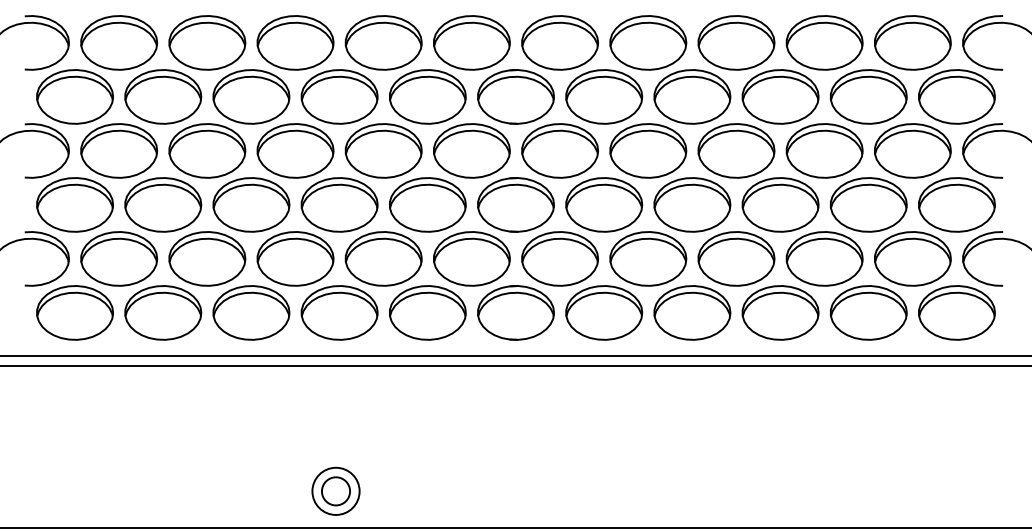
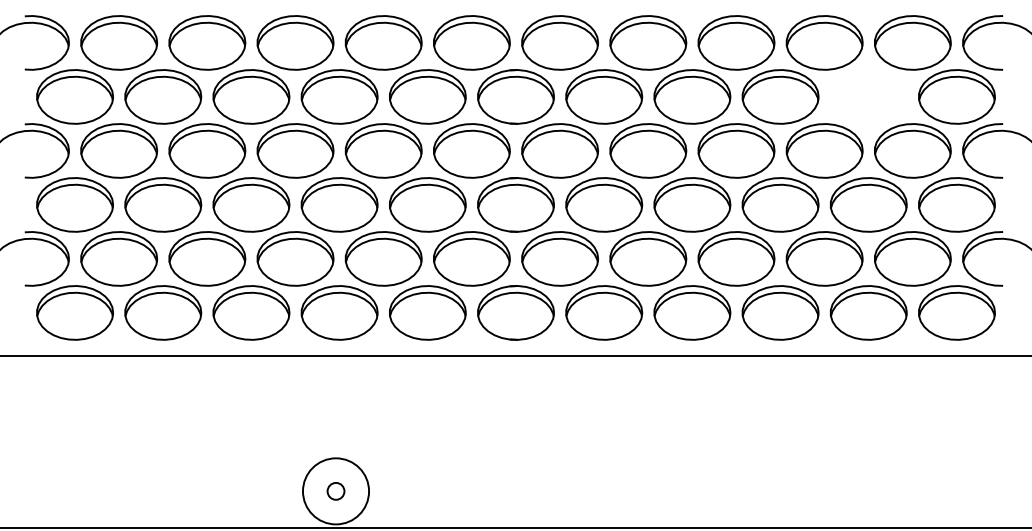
part at (868, 96): present -> none
line at (515, 366): present -> none
circle at (335, 490) diameter: 47 px -> 66 px
circle at (335, 491) diameter: 28 px -> 17 px
